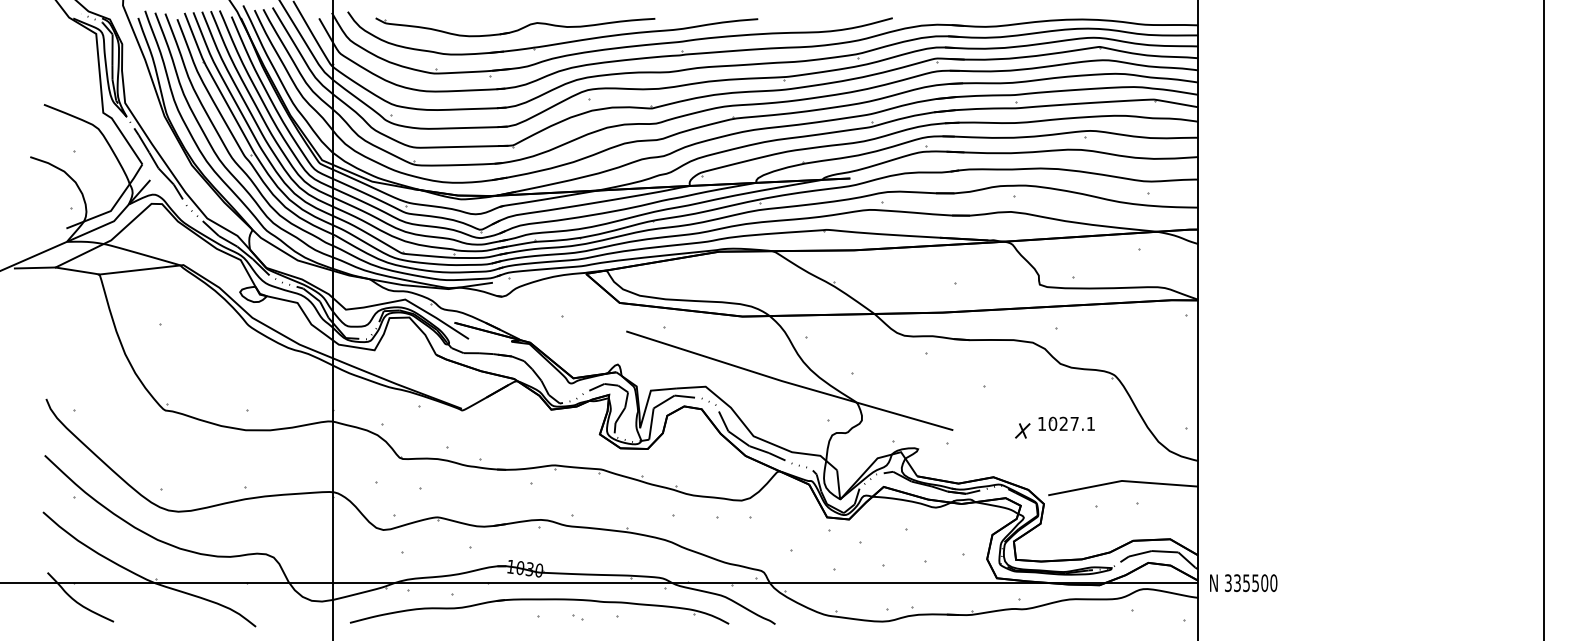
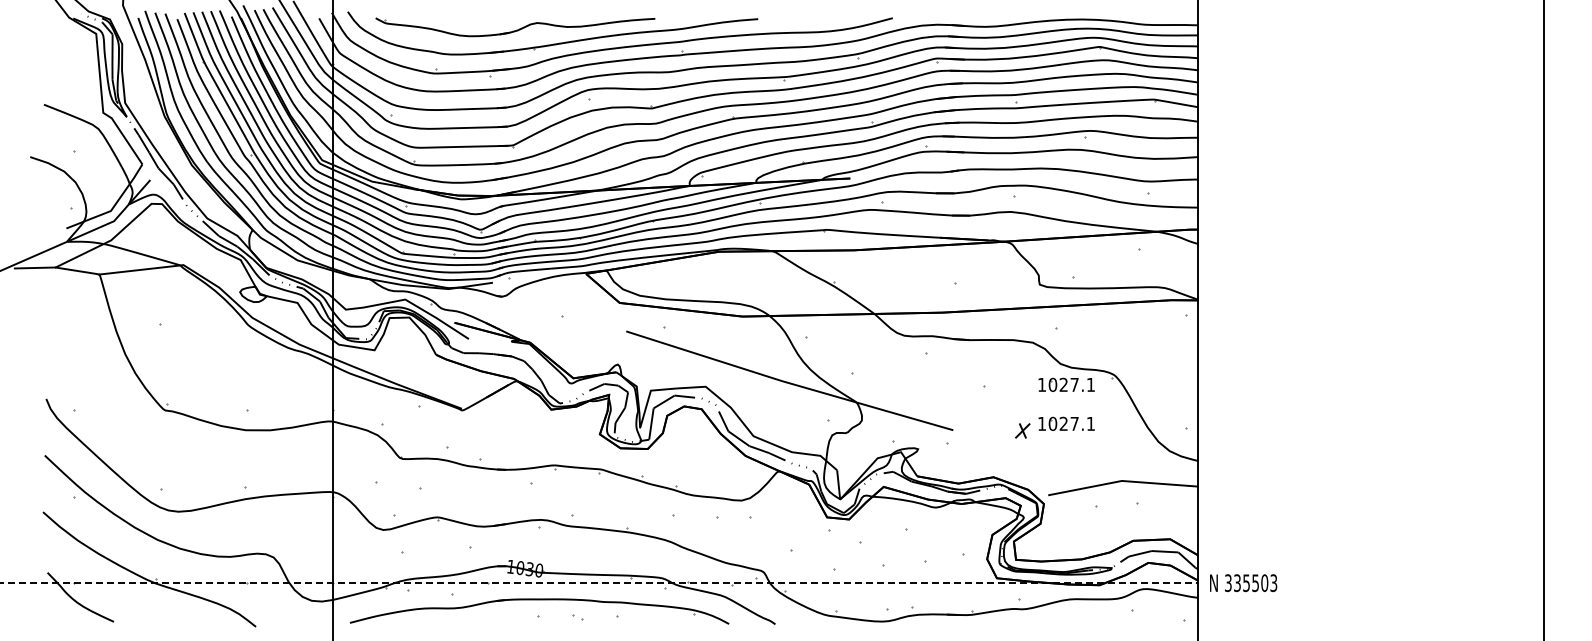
part at (1066, 384): none -> present
text at (1273, 582): 335500 -> 335503
line at (599, 583): solid -> dashed
